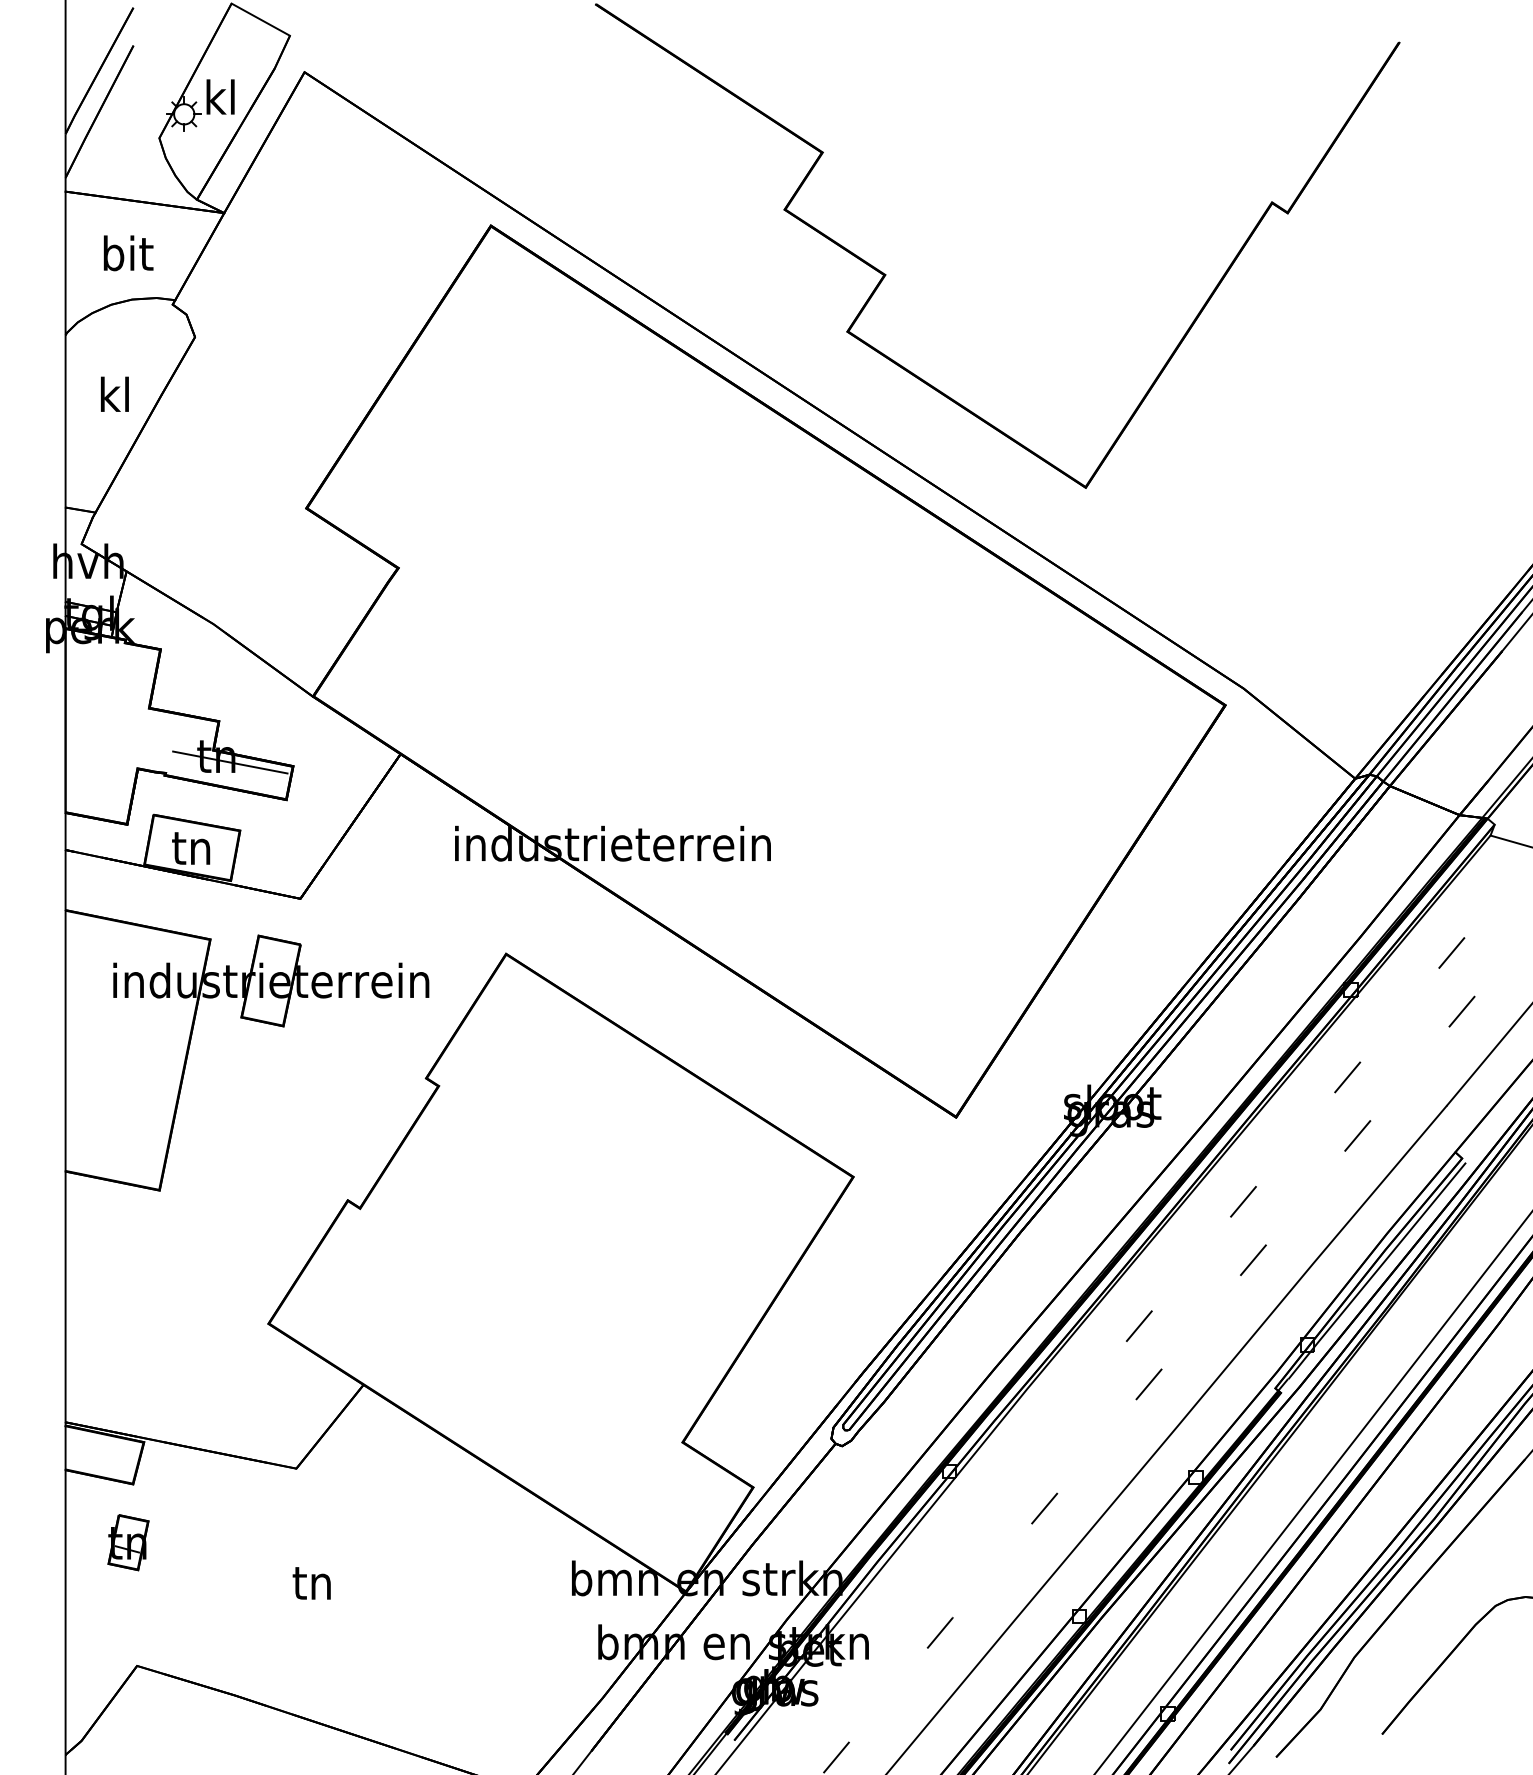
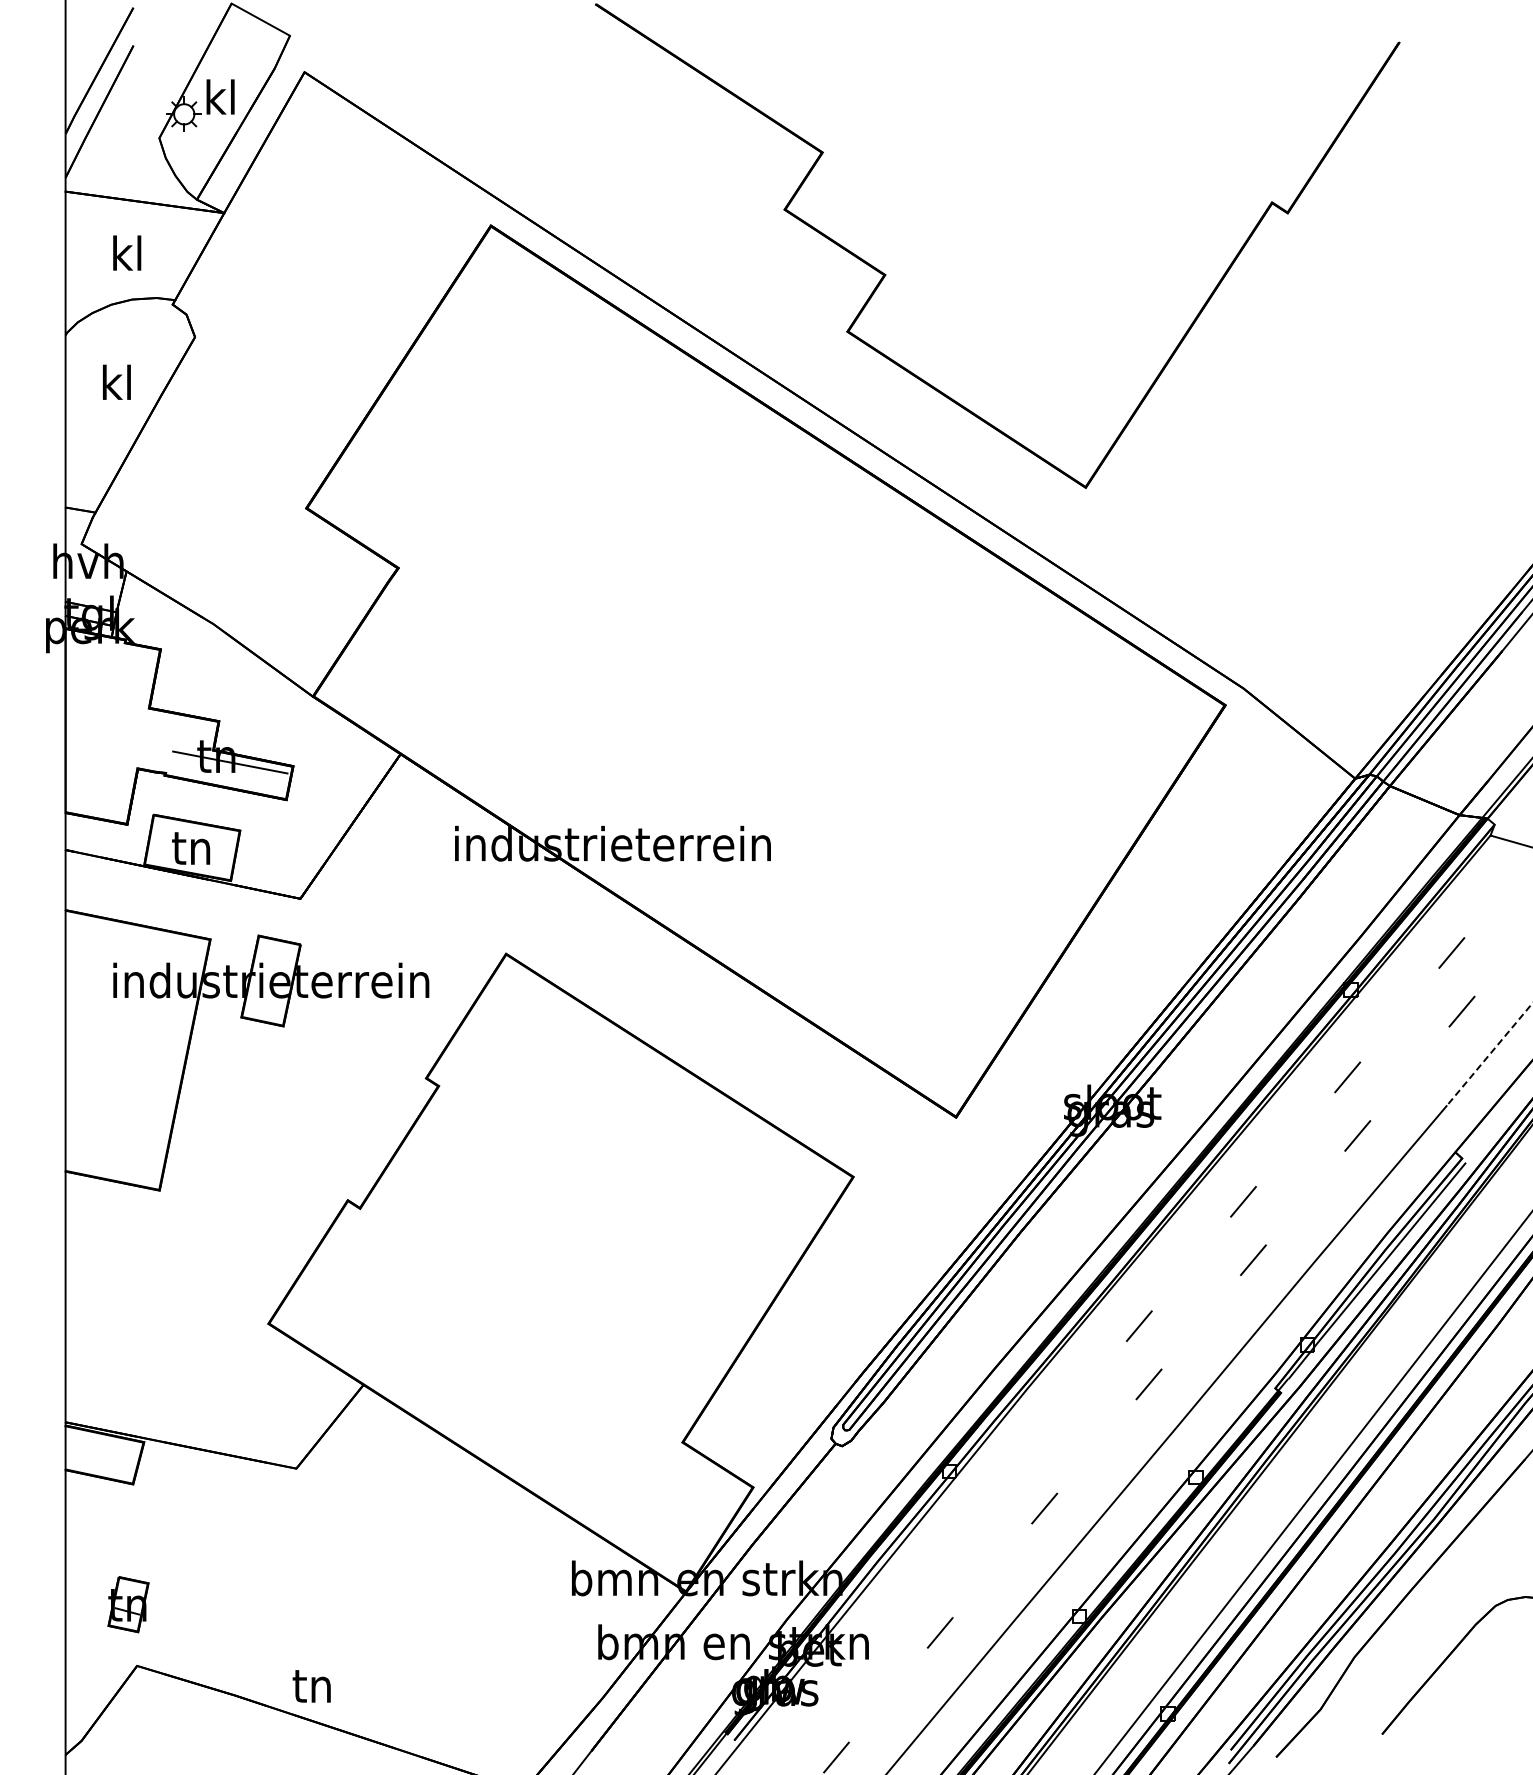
text at (128, 253): bit -> kl
text at (114, 393) position: (114, 393) -> (116, 381)
line at (1489, 1054): solid -> dashed
part at (128, 1542) position: (128, 1542) -> (128, 1604)
text at (311, 1583) position: (311, 1583) -> (311, 1686)
